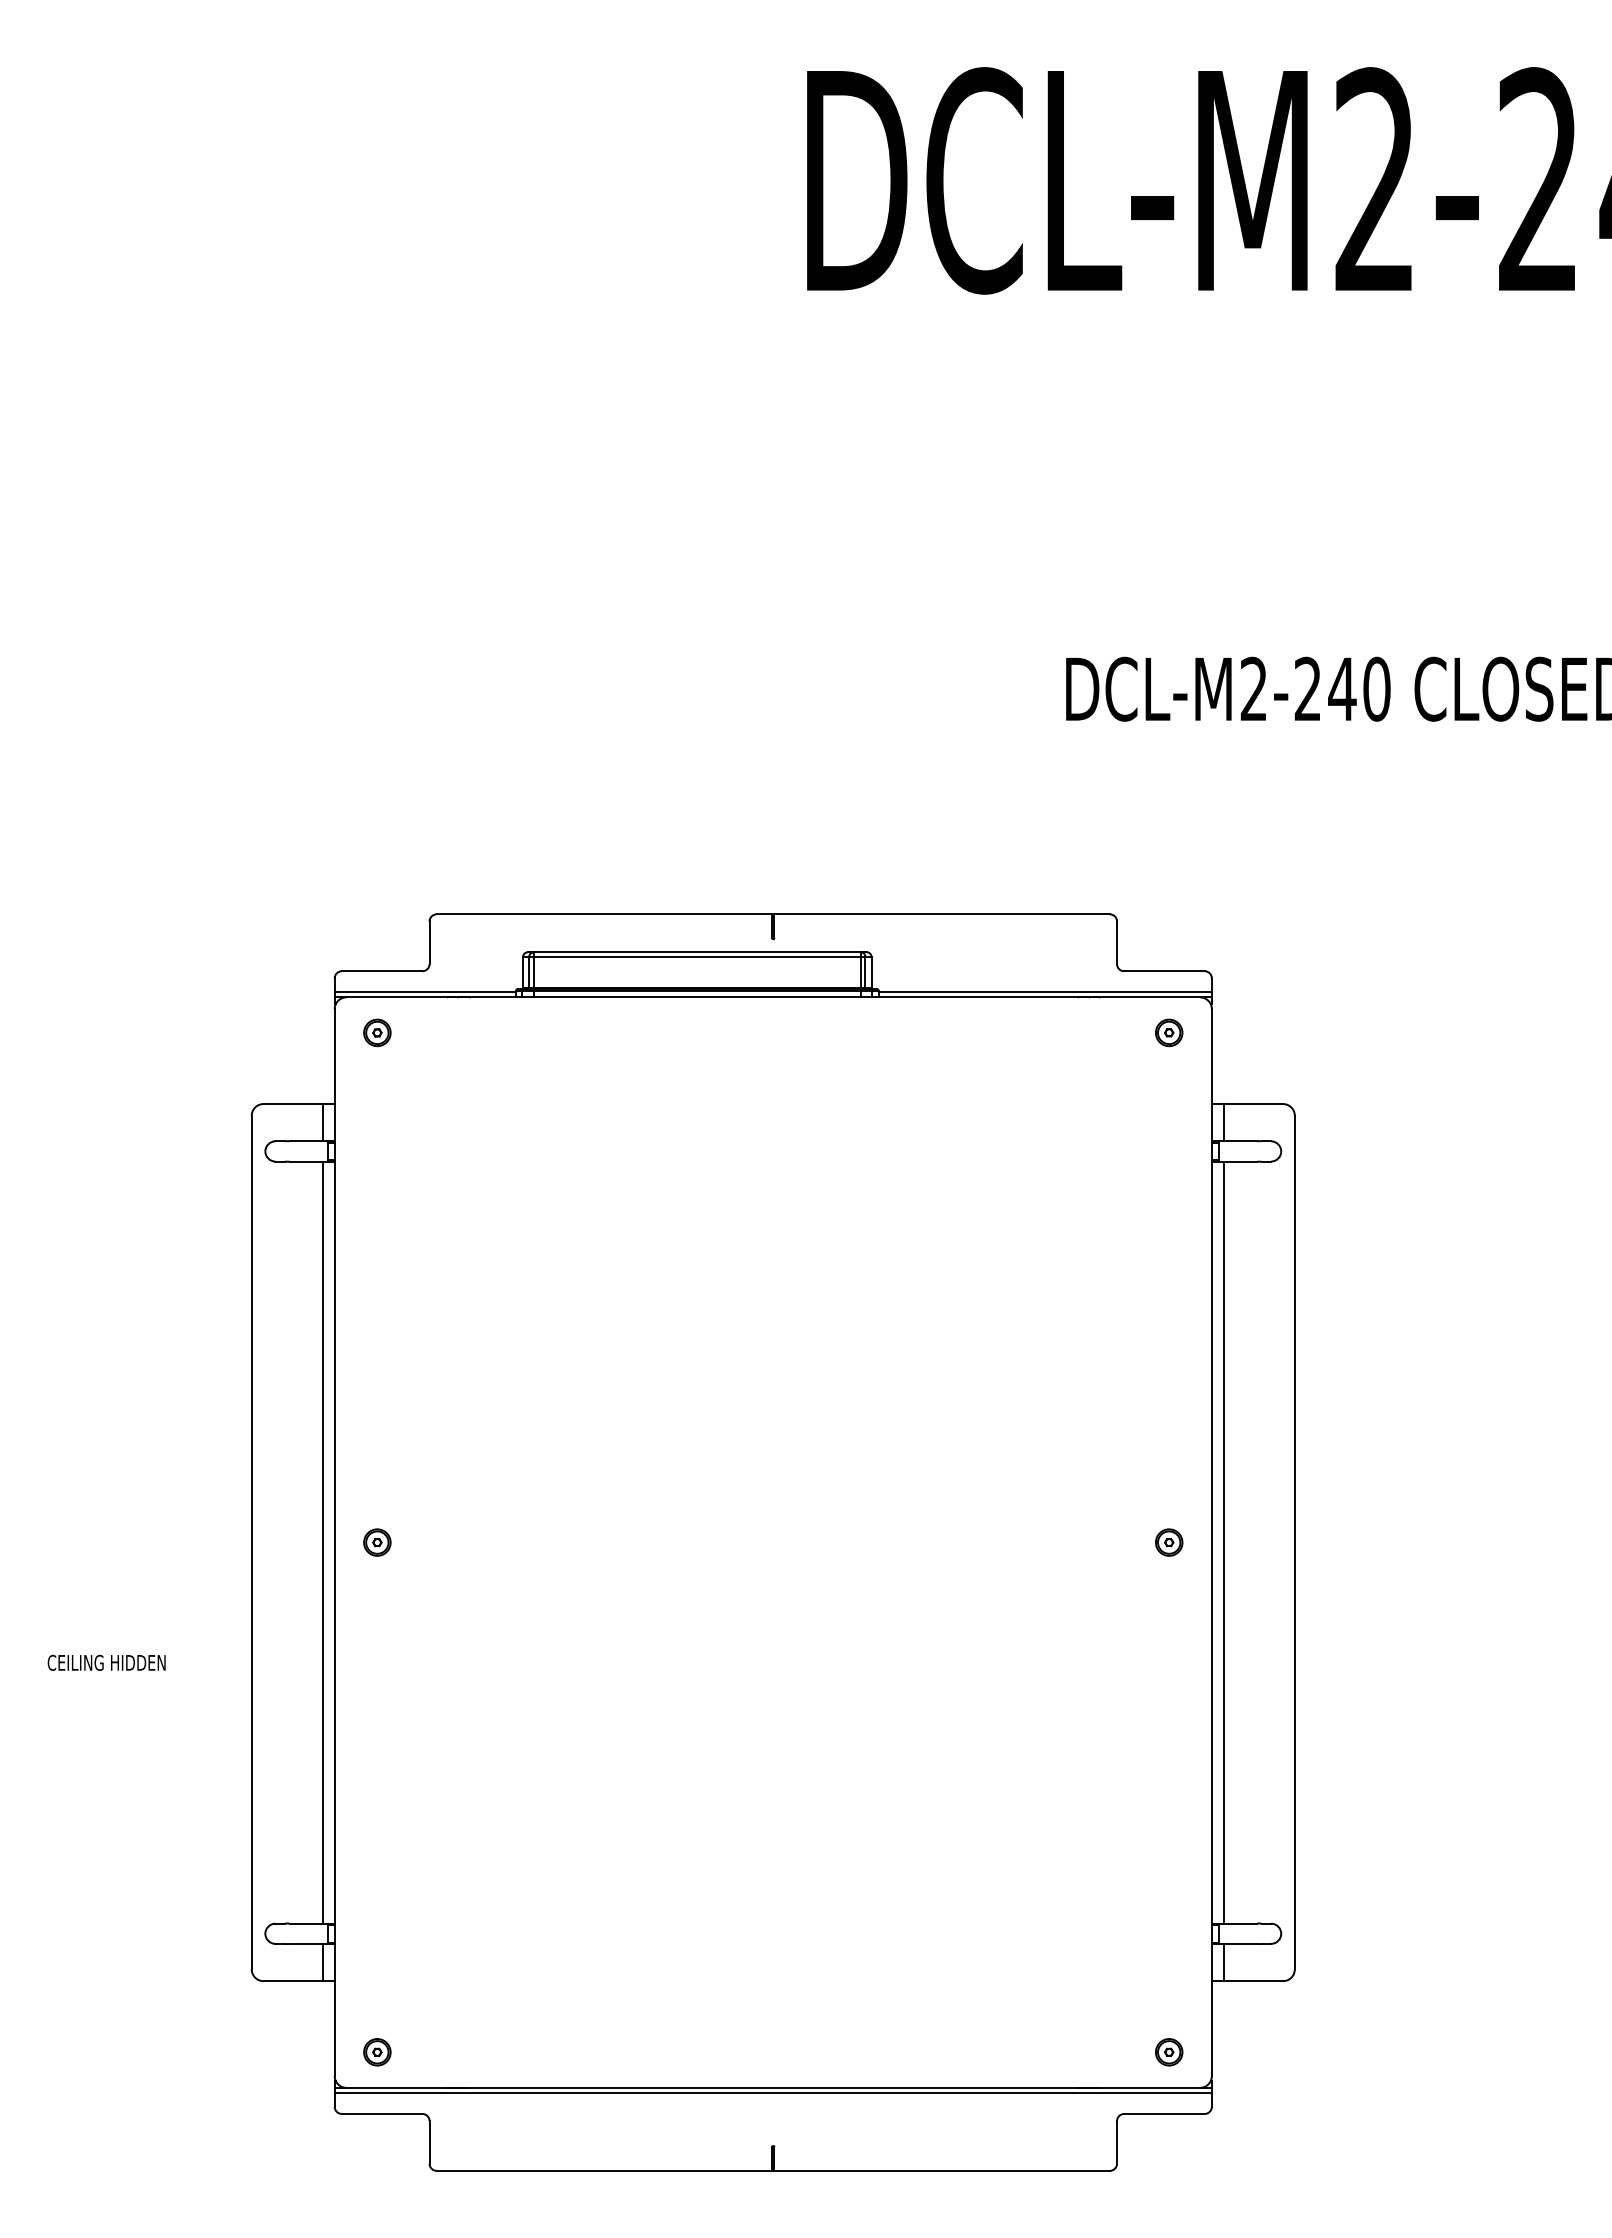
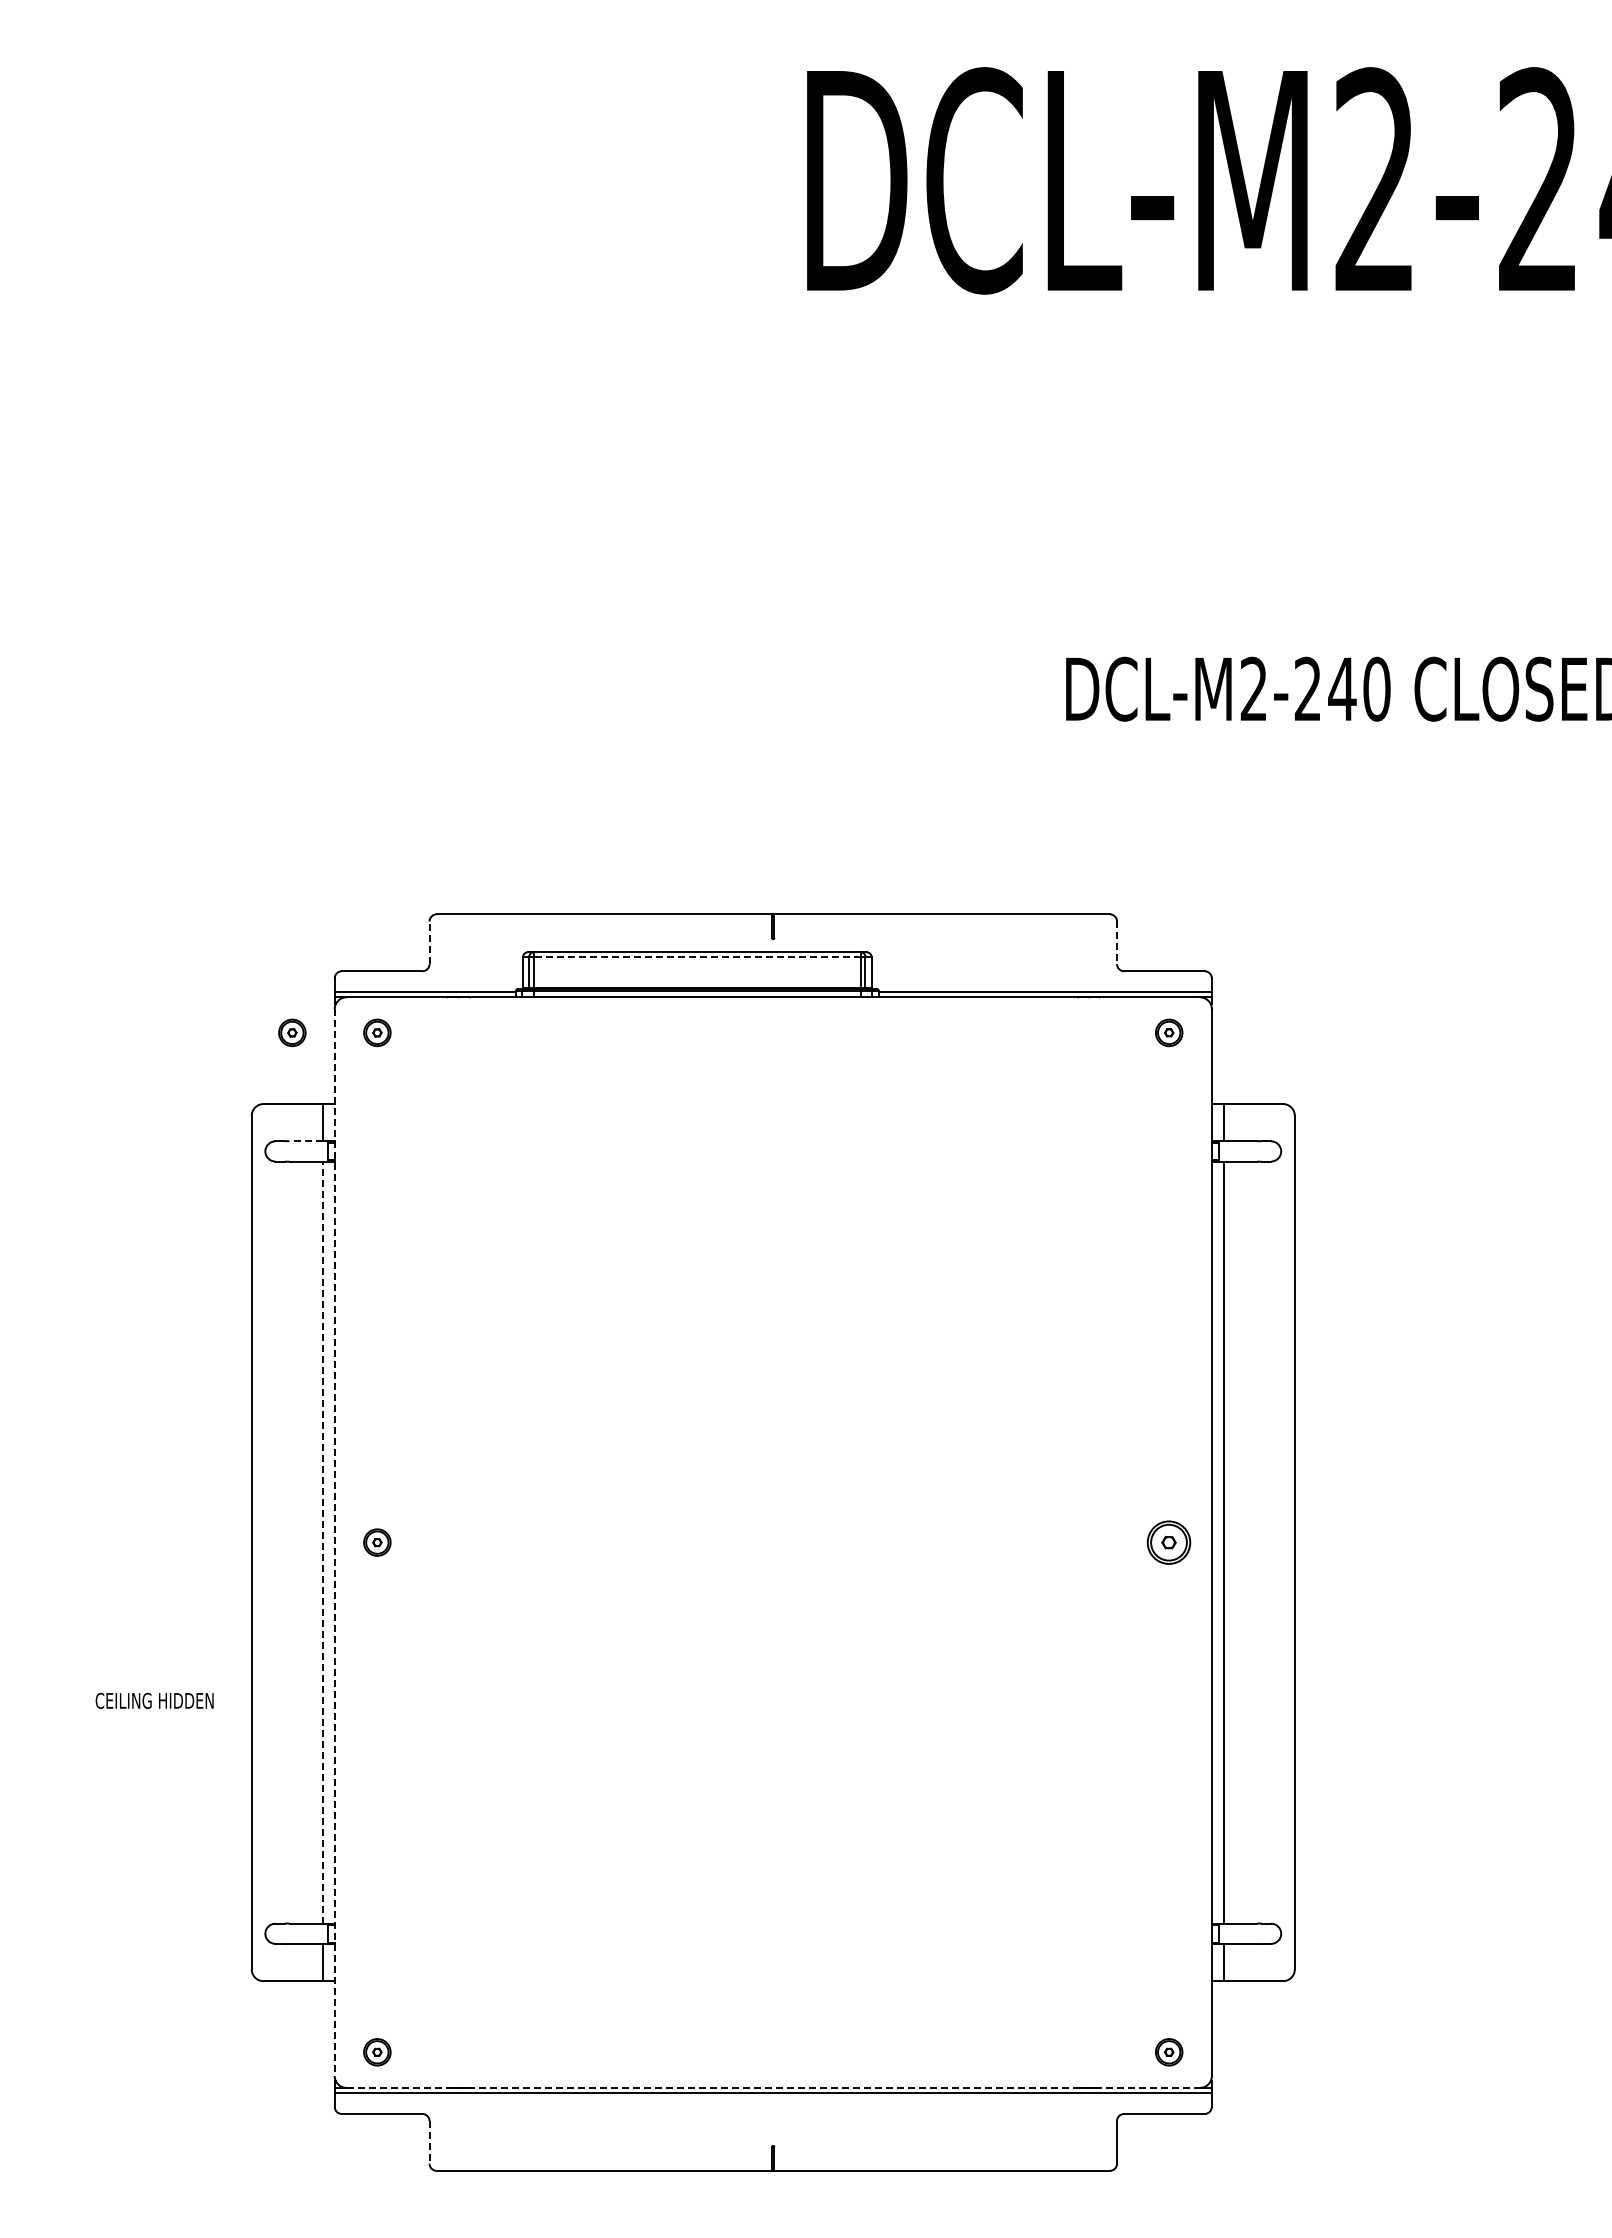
line at (429, 942): solid -> dashed
line at (1117, 943): solid -> dashed
line at (697, 957): solid -> dashed
part at (292, 1032): none -> present
line at (306, 1141): solid -> dashed
line at (322, 1542): solid -> dashed
part at (1169, 1542) size: 29x29 px -> 46x45 px
line at (334, 1543): solid -> dashed
text at (106, 1662) position: (106, 1662) -> (154, 1700)
line at (773, 2087): solid -> dashed
line at (429, 2142): solid -> dashed
